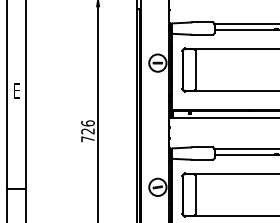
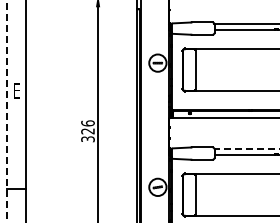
line at (7, 111): solid -> dashed
text at (87, 139): 726 -> 326
line at (246, 148): solid -> dashed
